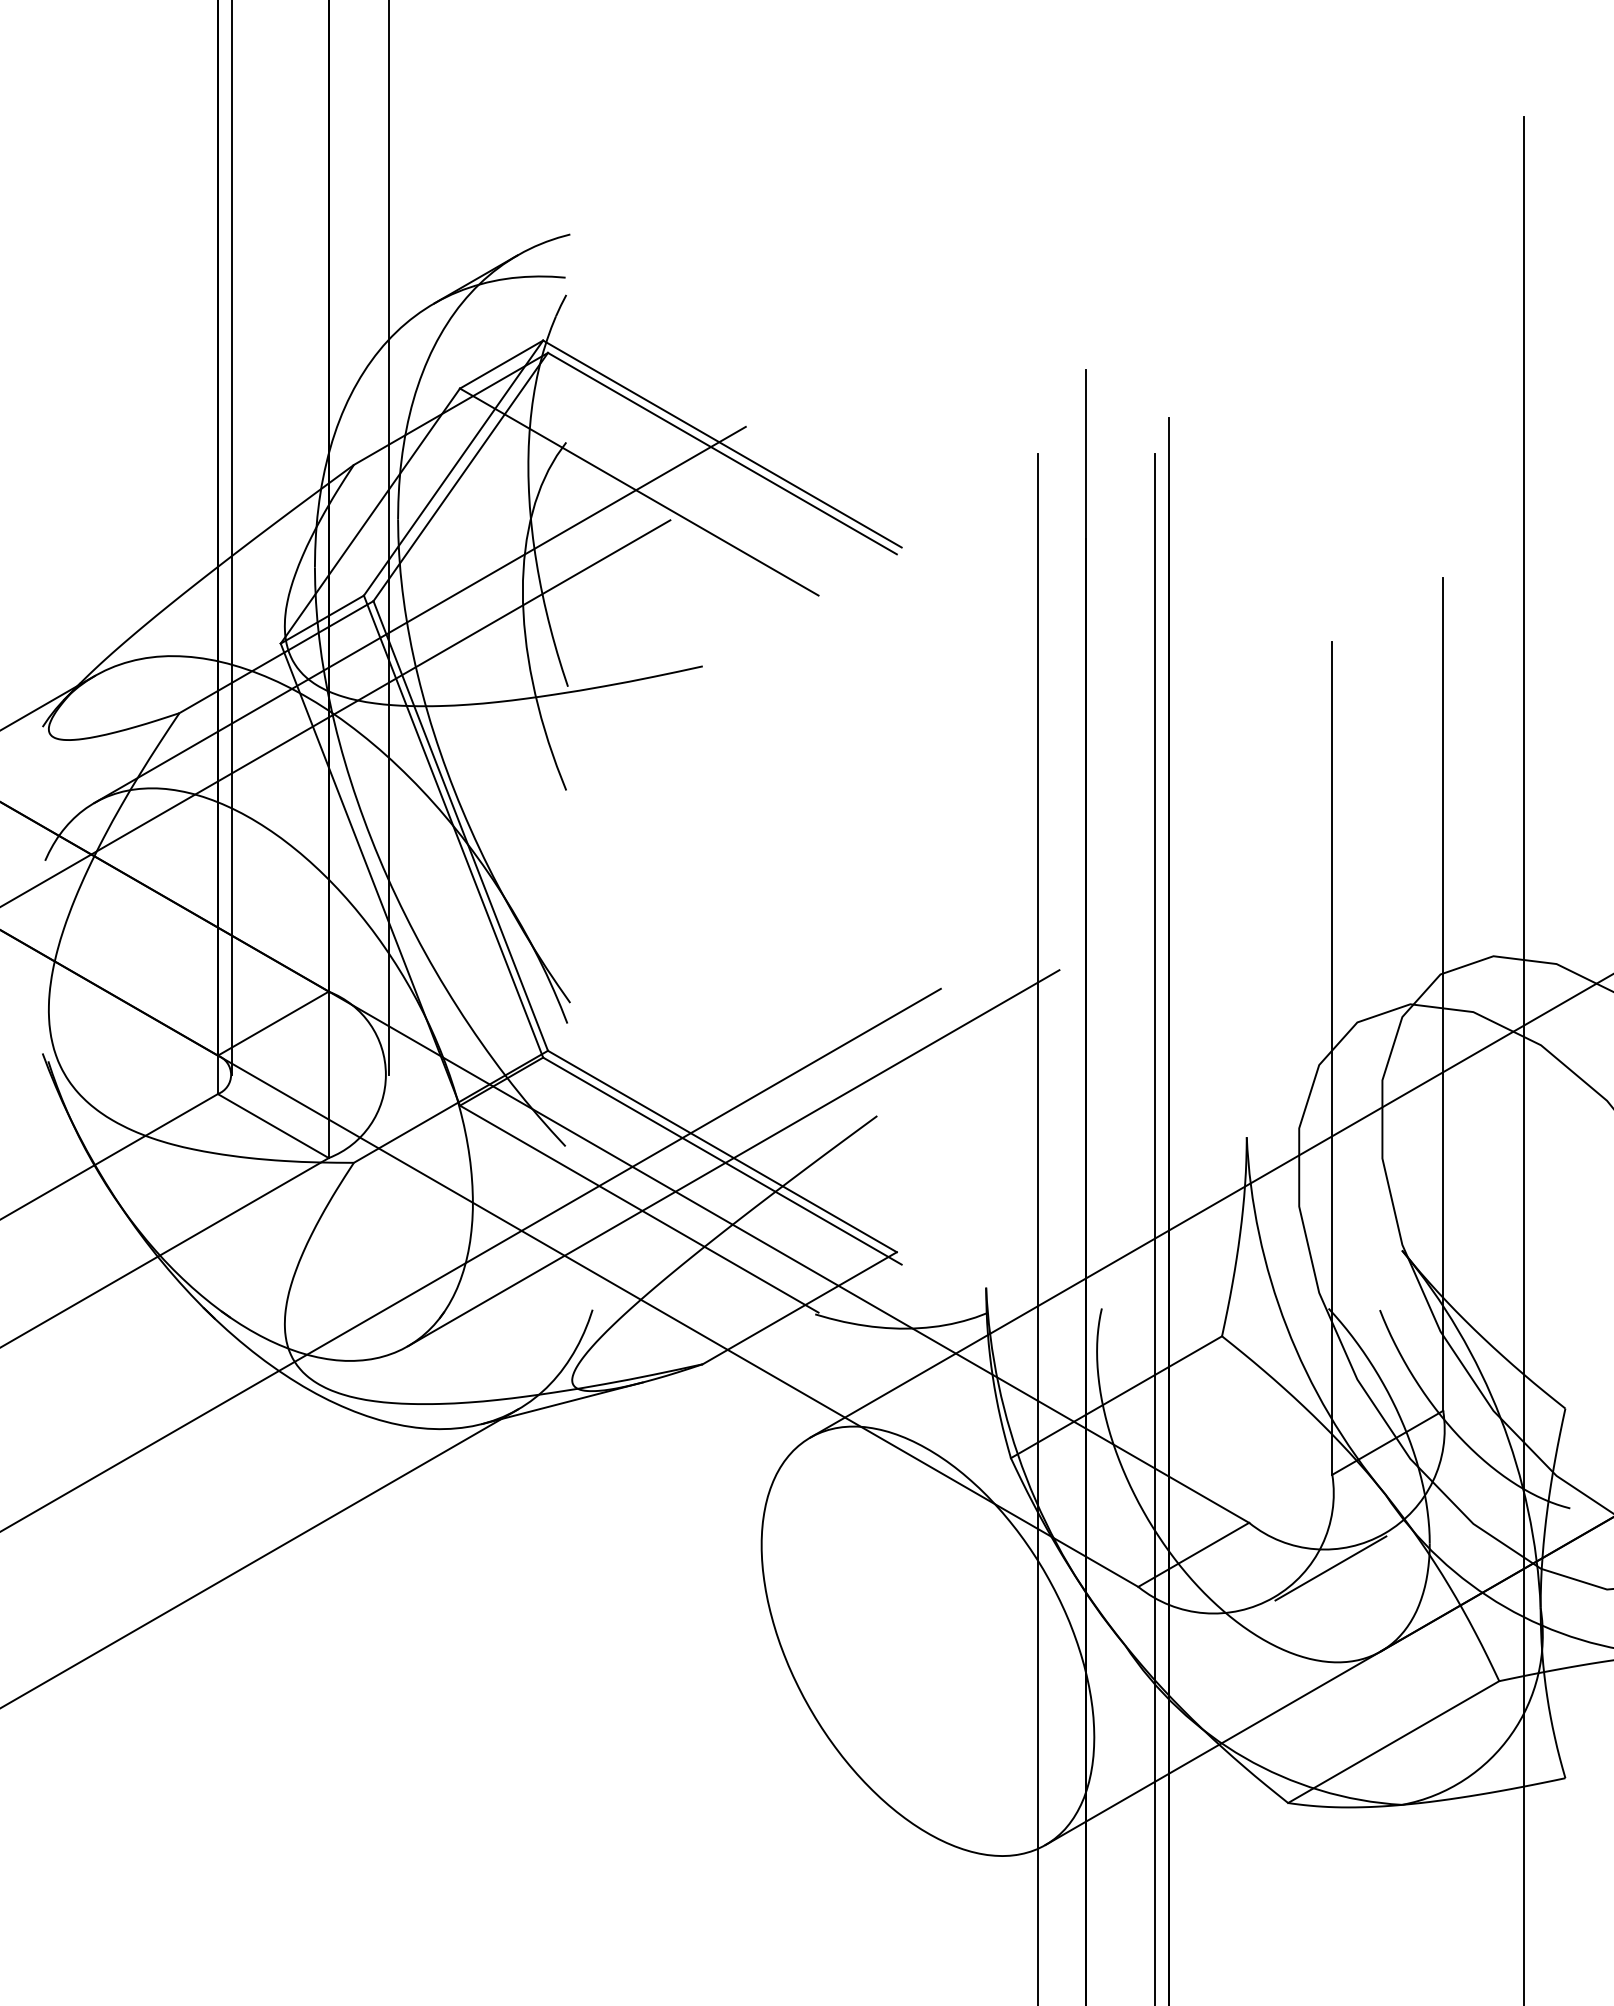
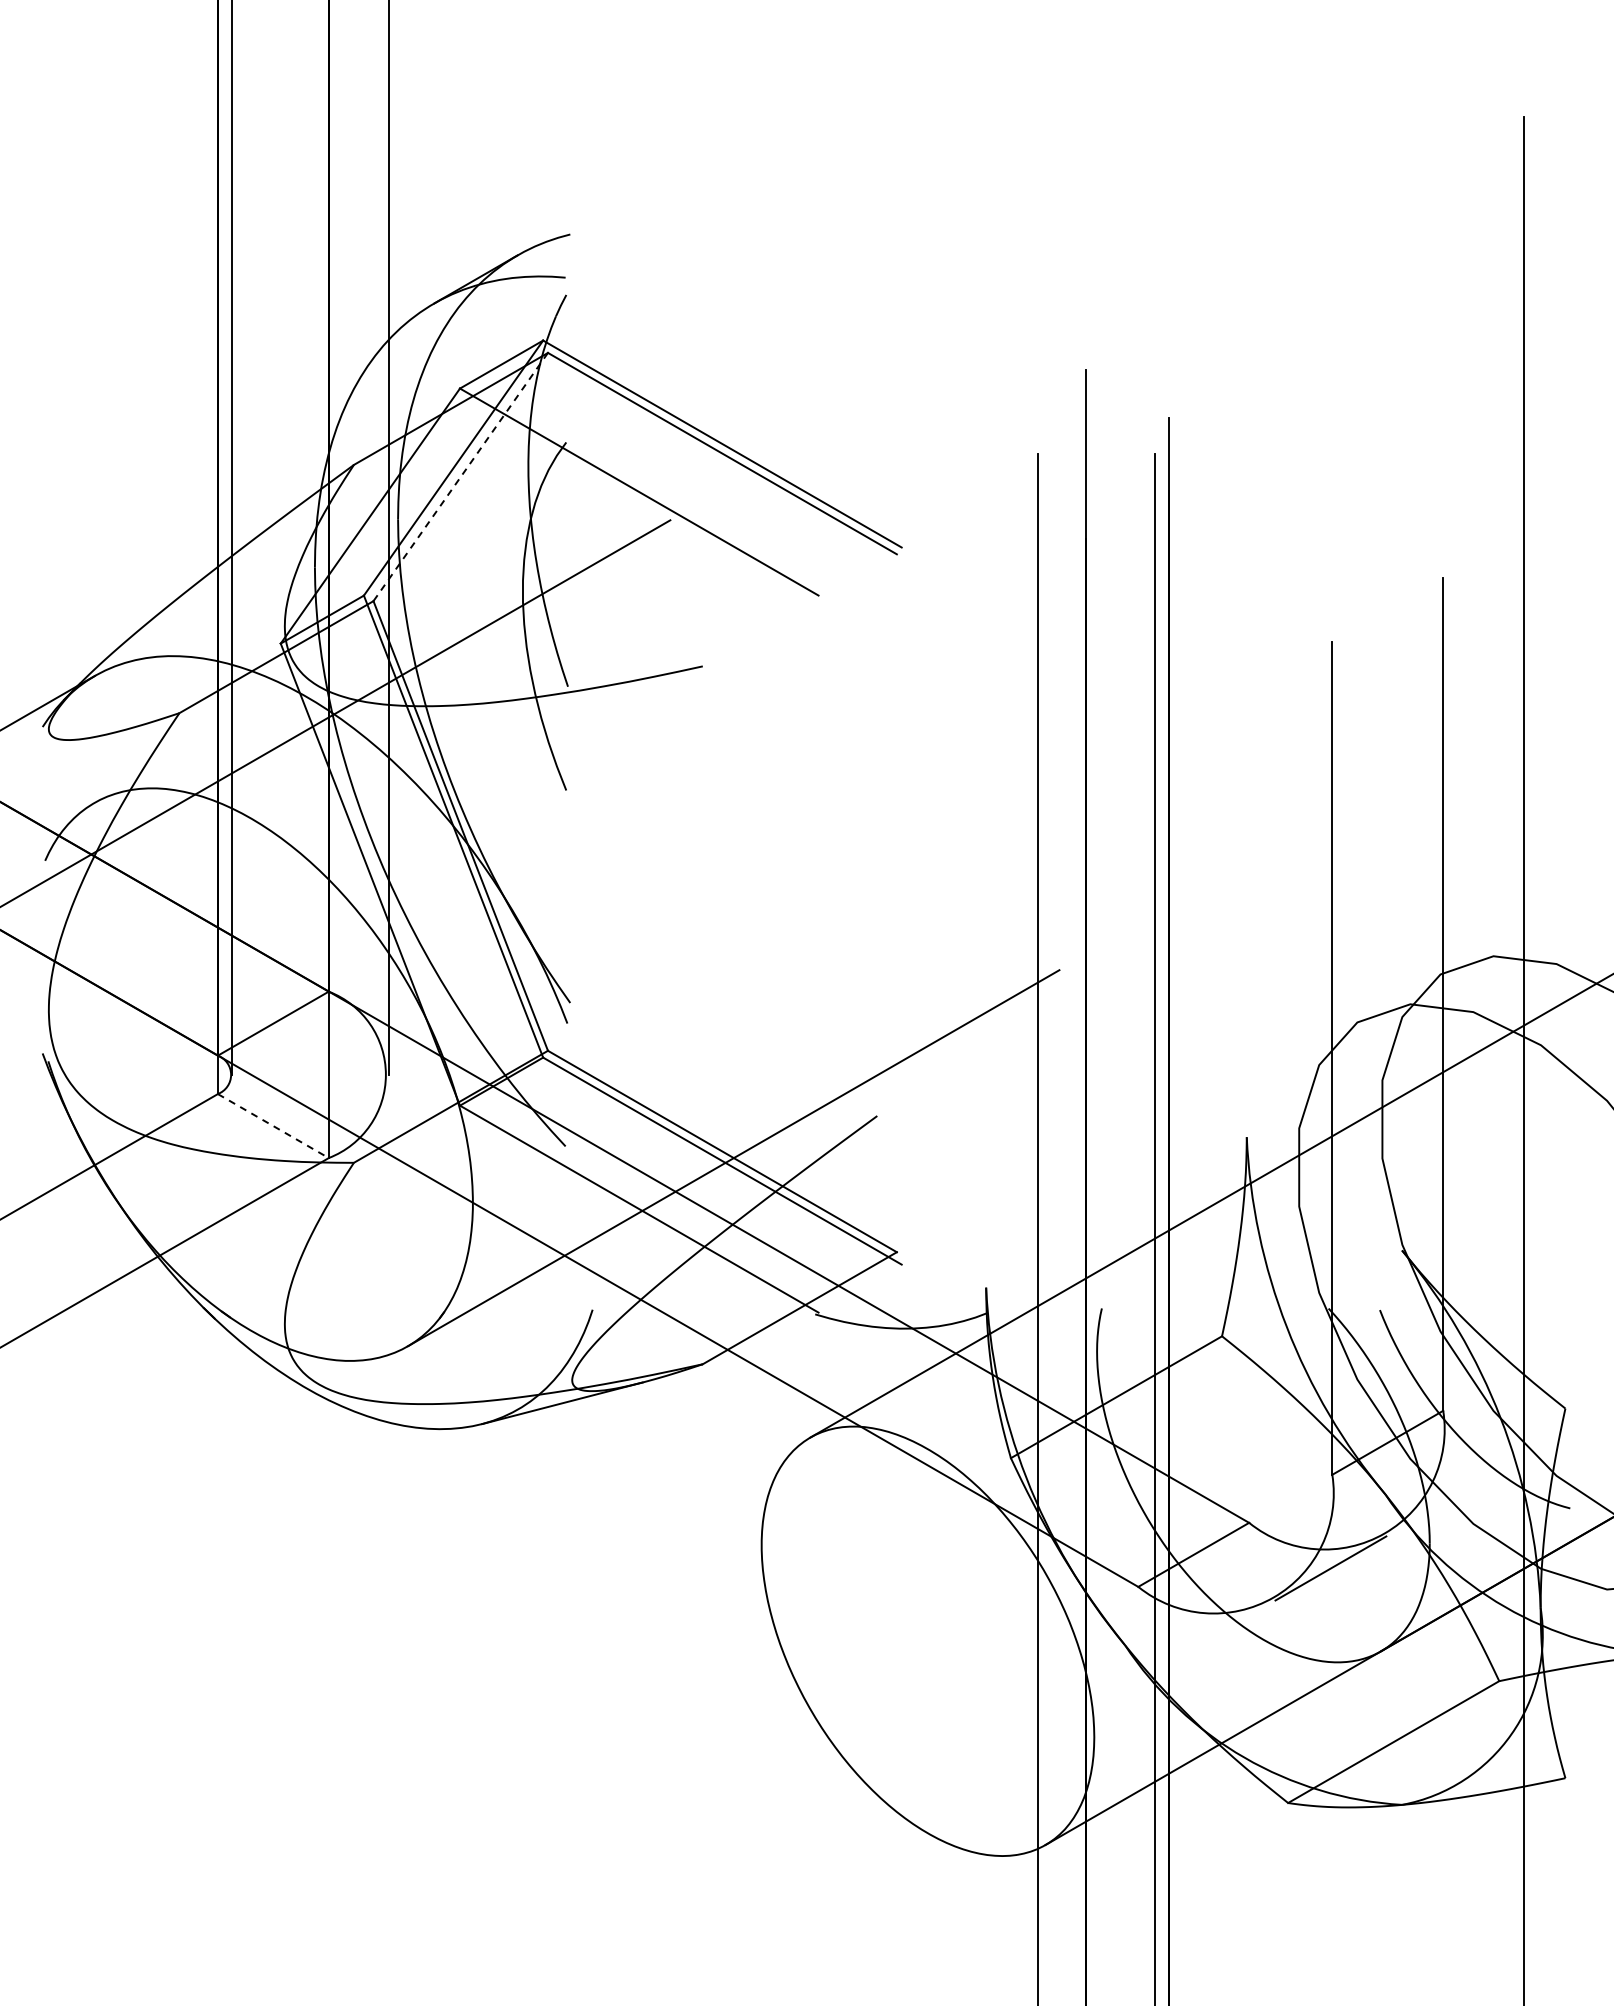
line at (460, 477): solid -> dashed
line at (419, 614): present -> none
line at (273, 1126): solid -> dashed
line at (471, 1259): present -> none
line at (260, 1558): present -> none
